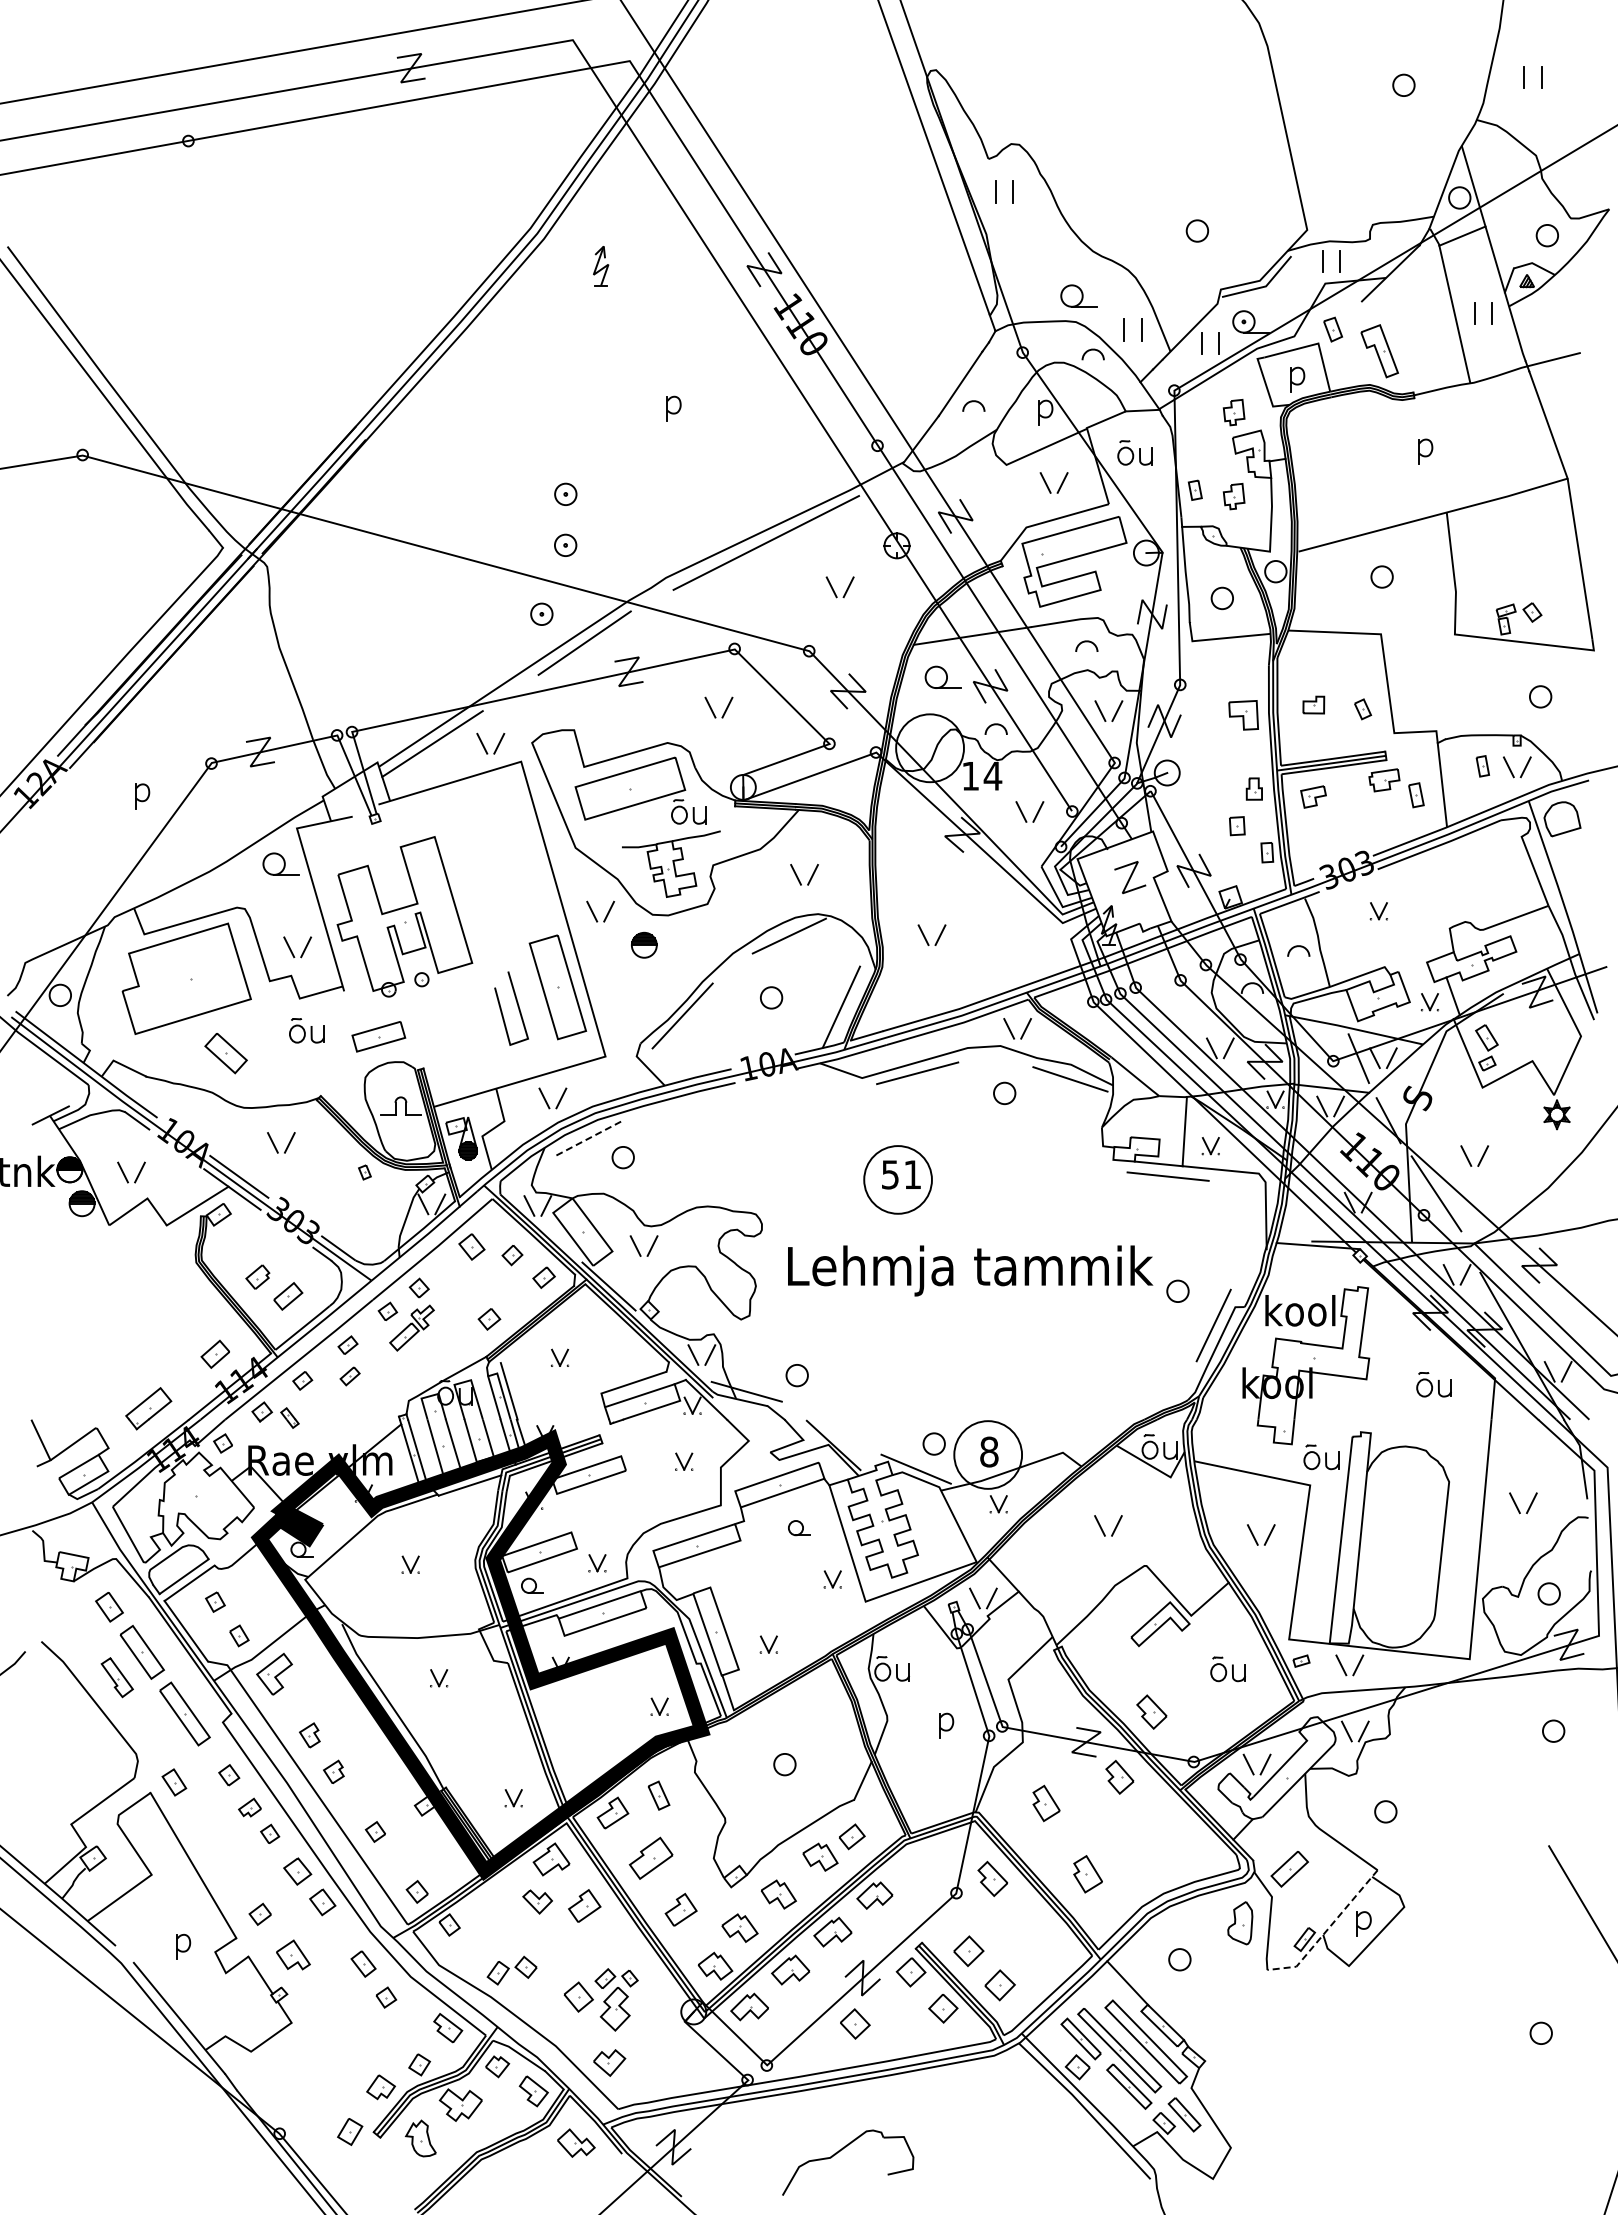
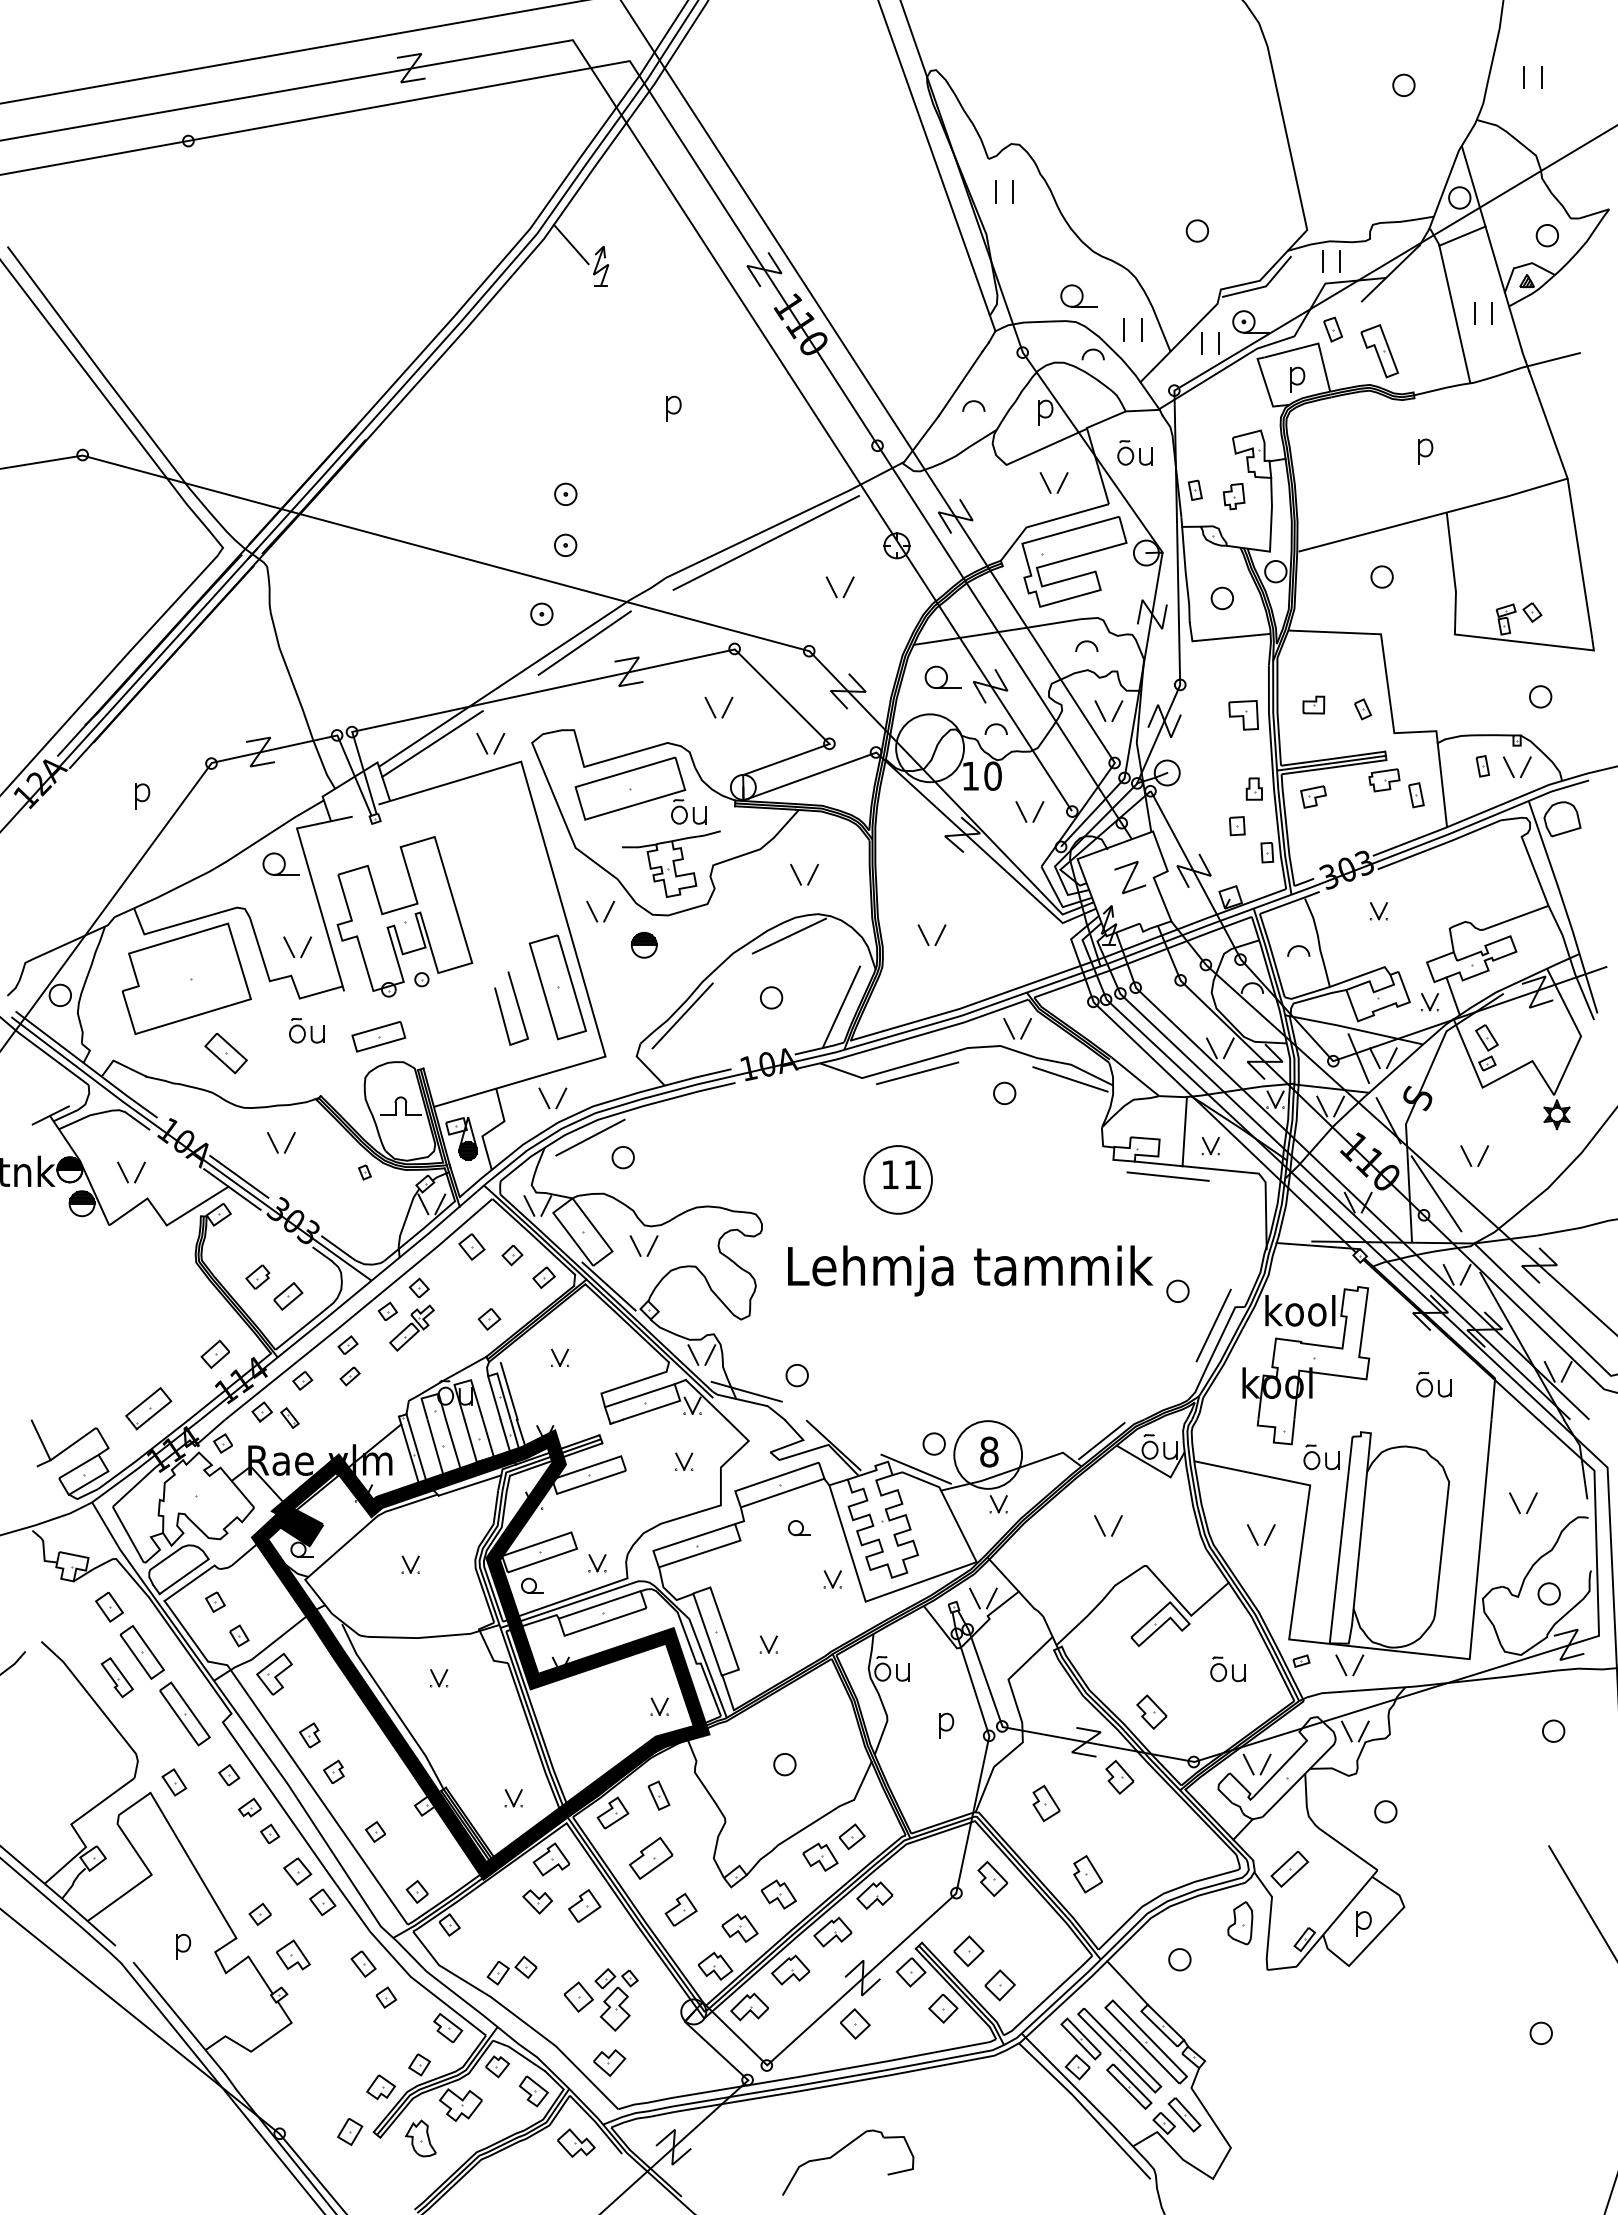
line at (570, 244): none -> present
part at (1233, 412): present -> none
text at (992, 775): 14 -> 10
line at (590, 1137): dashed -> solid
text at (890, 1174): 51 -> 11
line at (1101, 1441): none -> present
line at (1327, 1930): dashed -> solid
